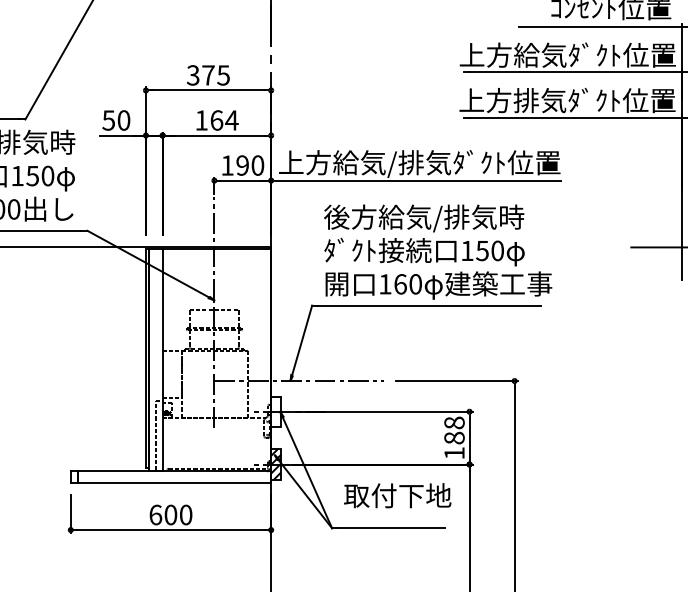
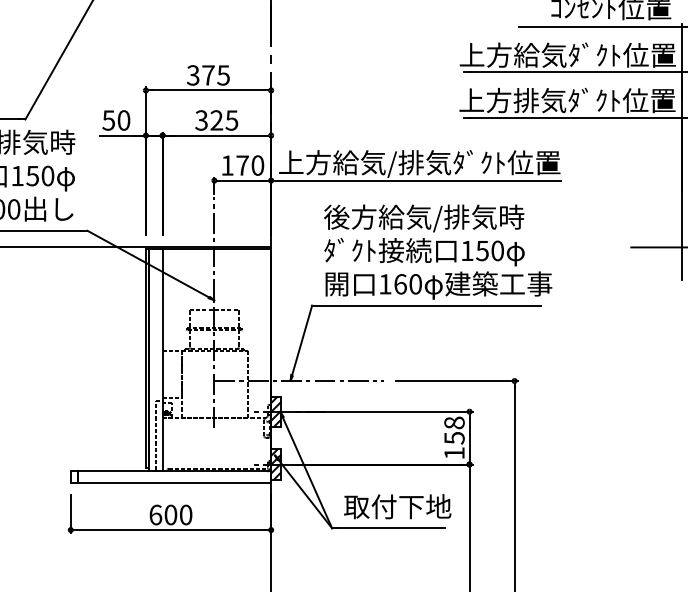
text at (216, 120): 164 -> 325
text at (242, 165): 190 -> 170
hatch at (276, 411): none -> present
text at (454, 437): 188 -> 158
text at (397, 495) position: (397, 495) -> (397, 506)
